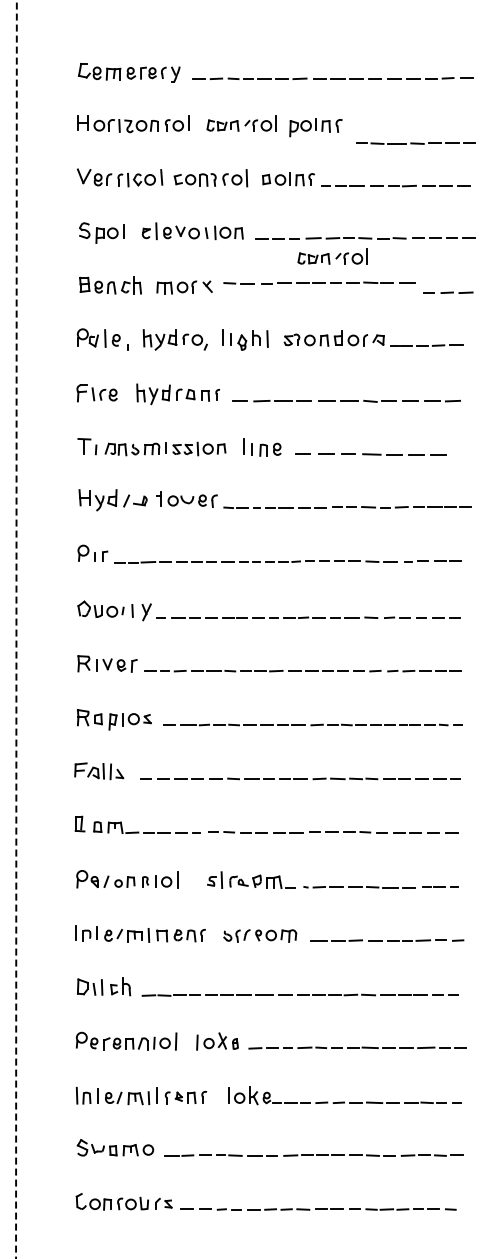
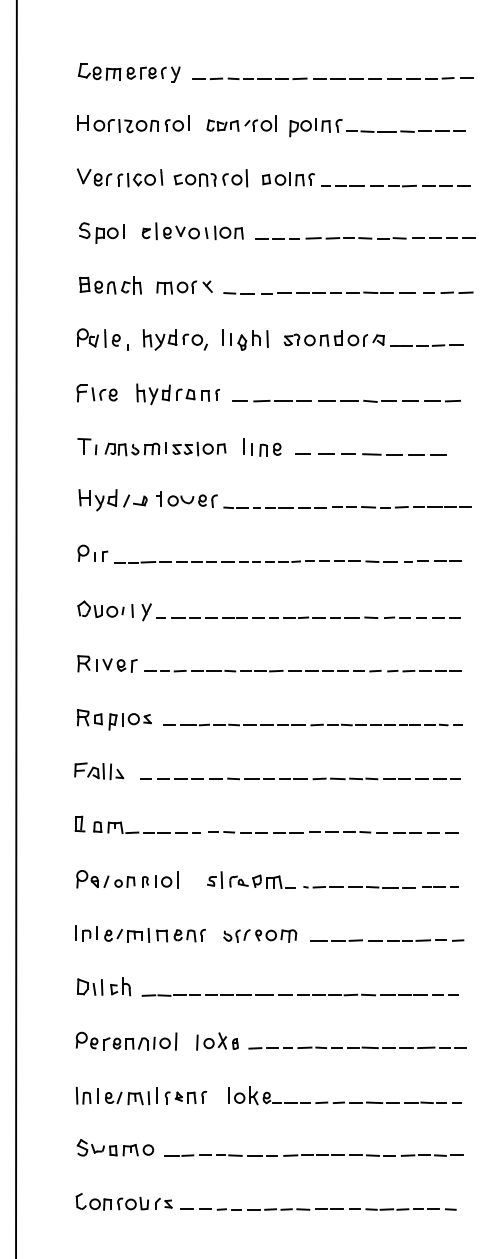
part at (415, 143) position: (415, 143) -> (405, 131)
part at (332, 256): present -> none
part at (319, 282) position: (319, 282) -> (319, 292)
line at (16, 628): dashed -> solid
